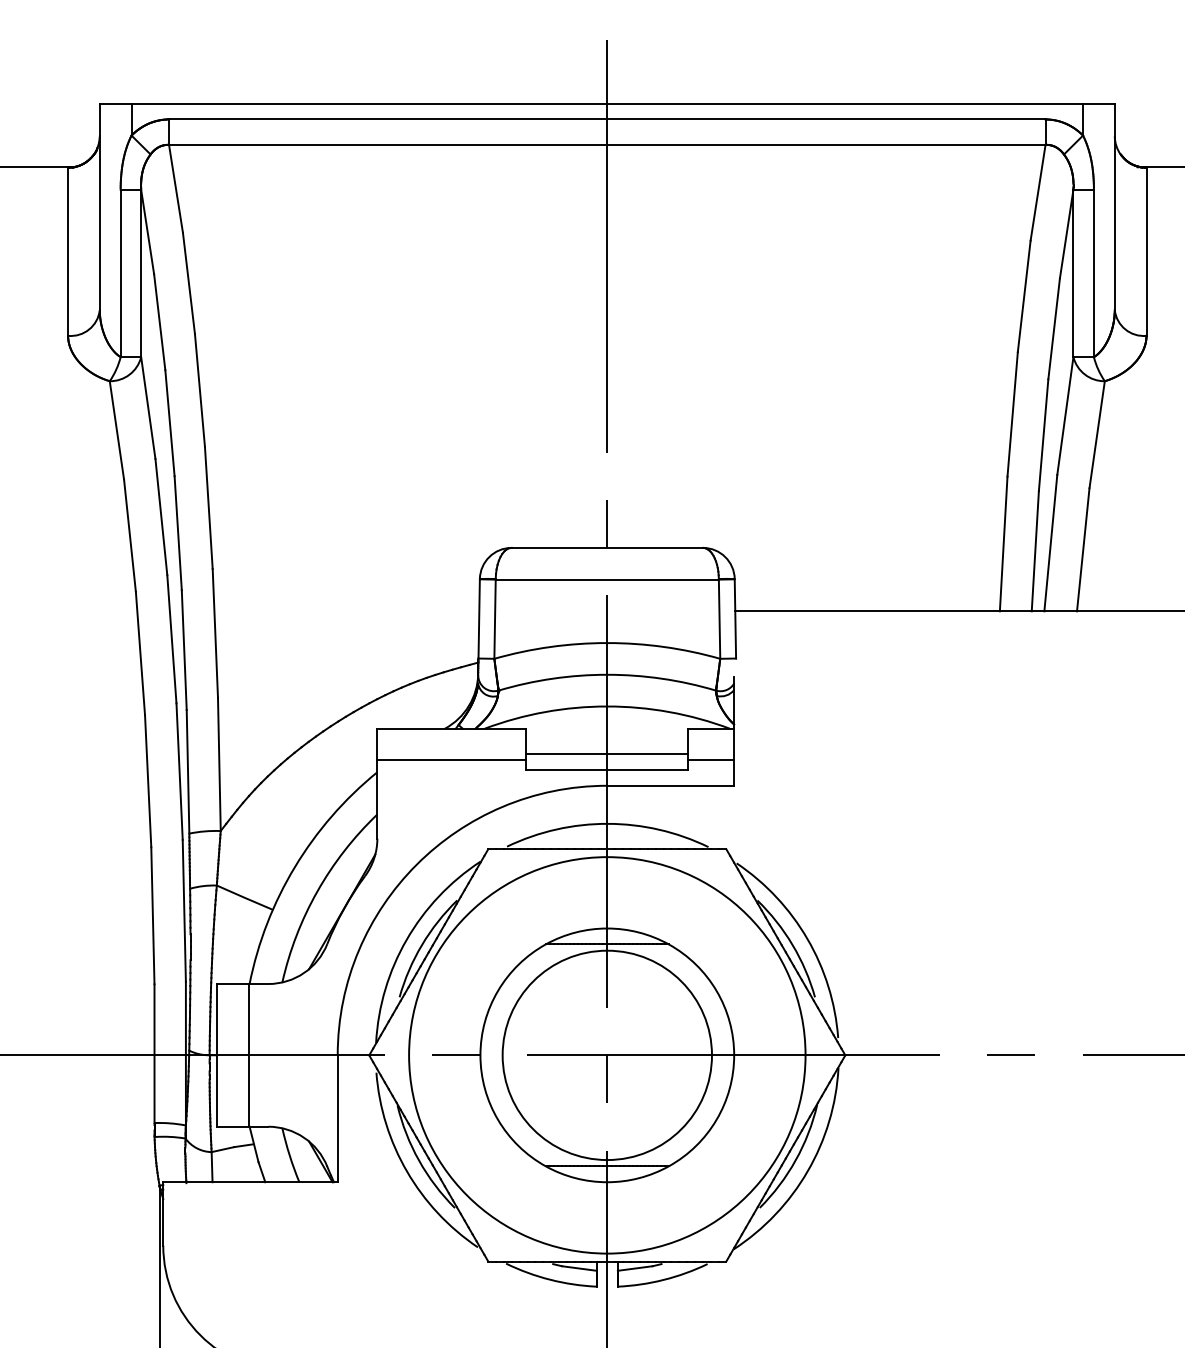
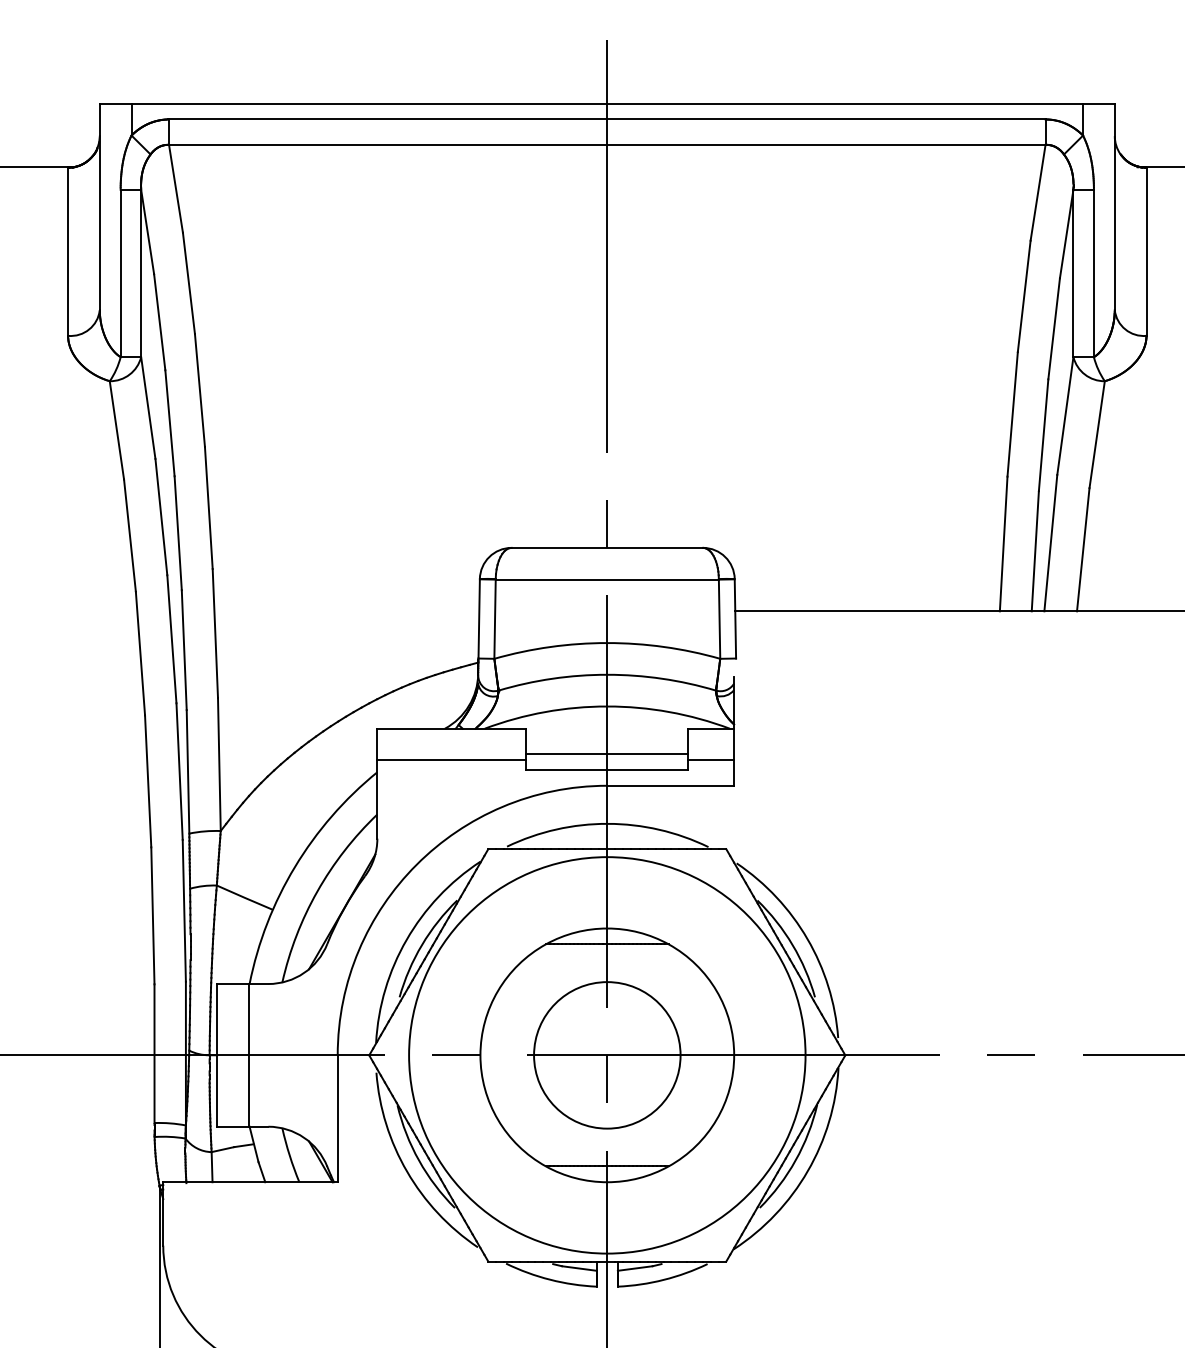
circle at (606, 1055) diameter: 209 px -> 147 px
